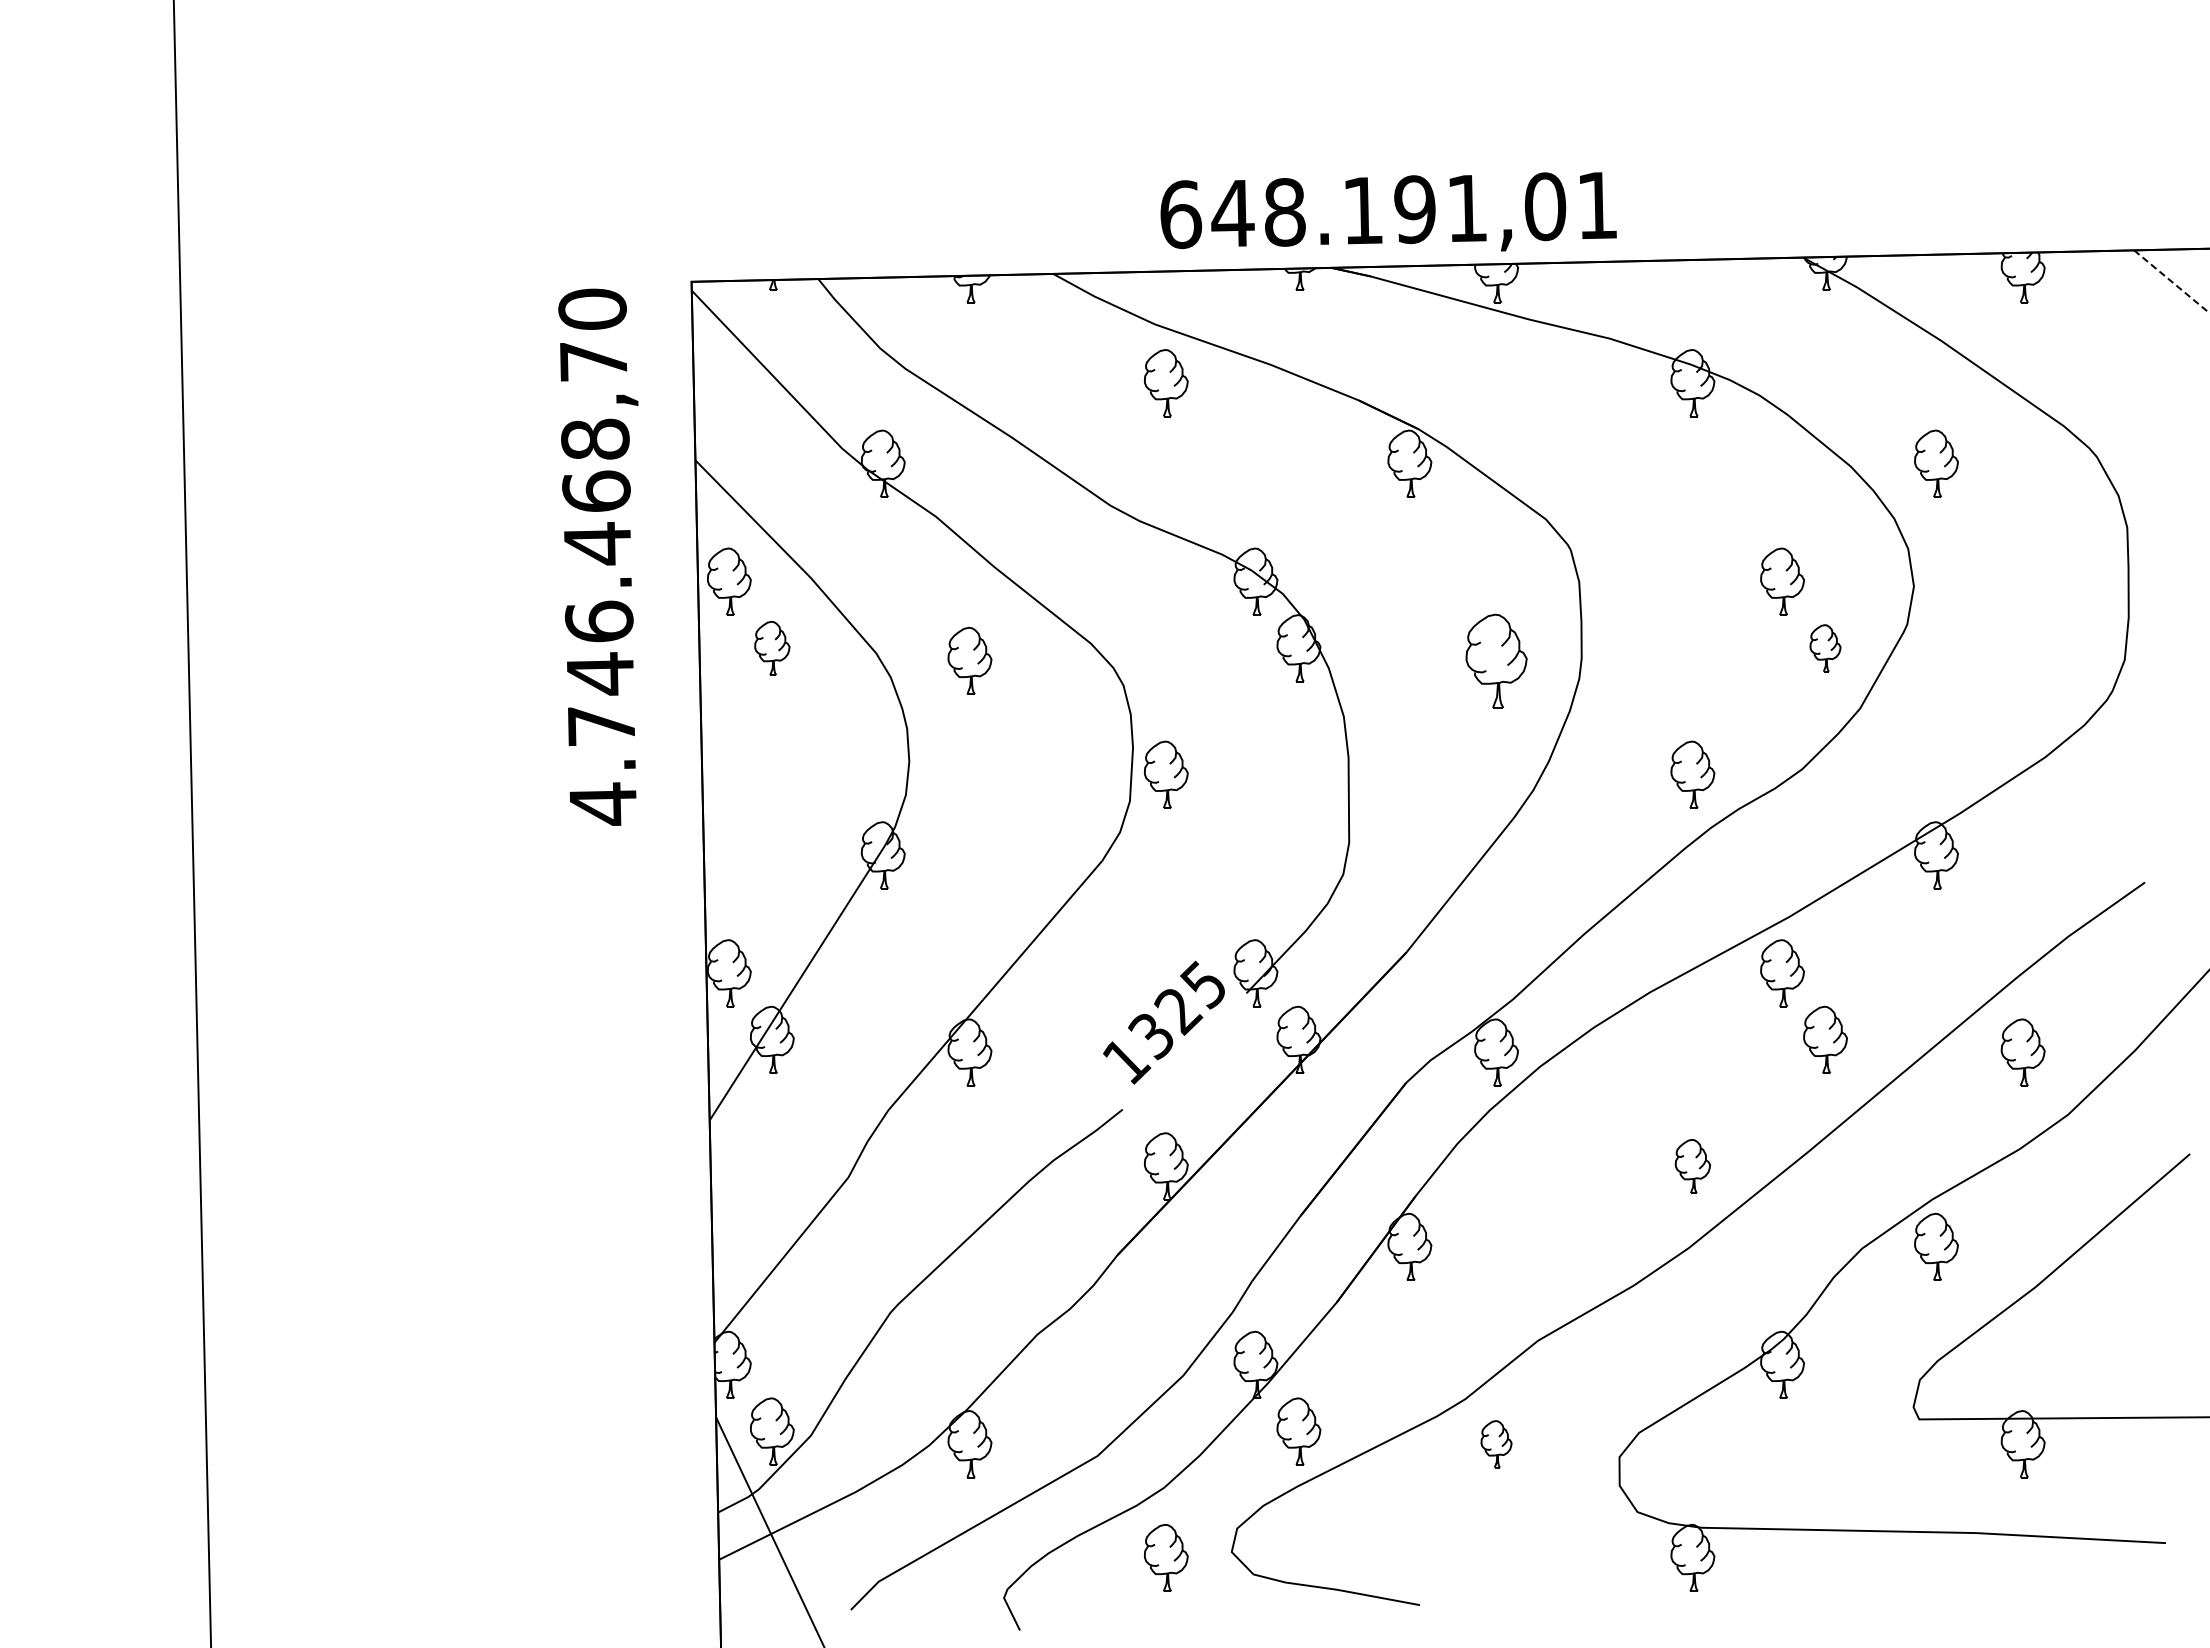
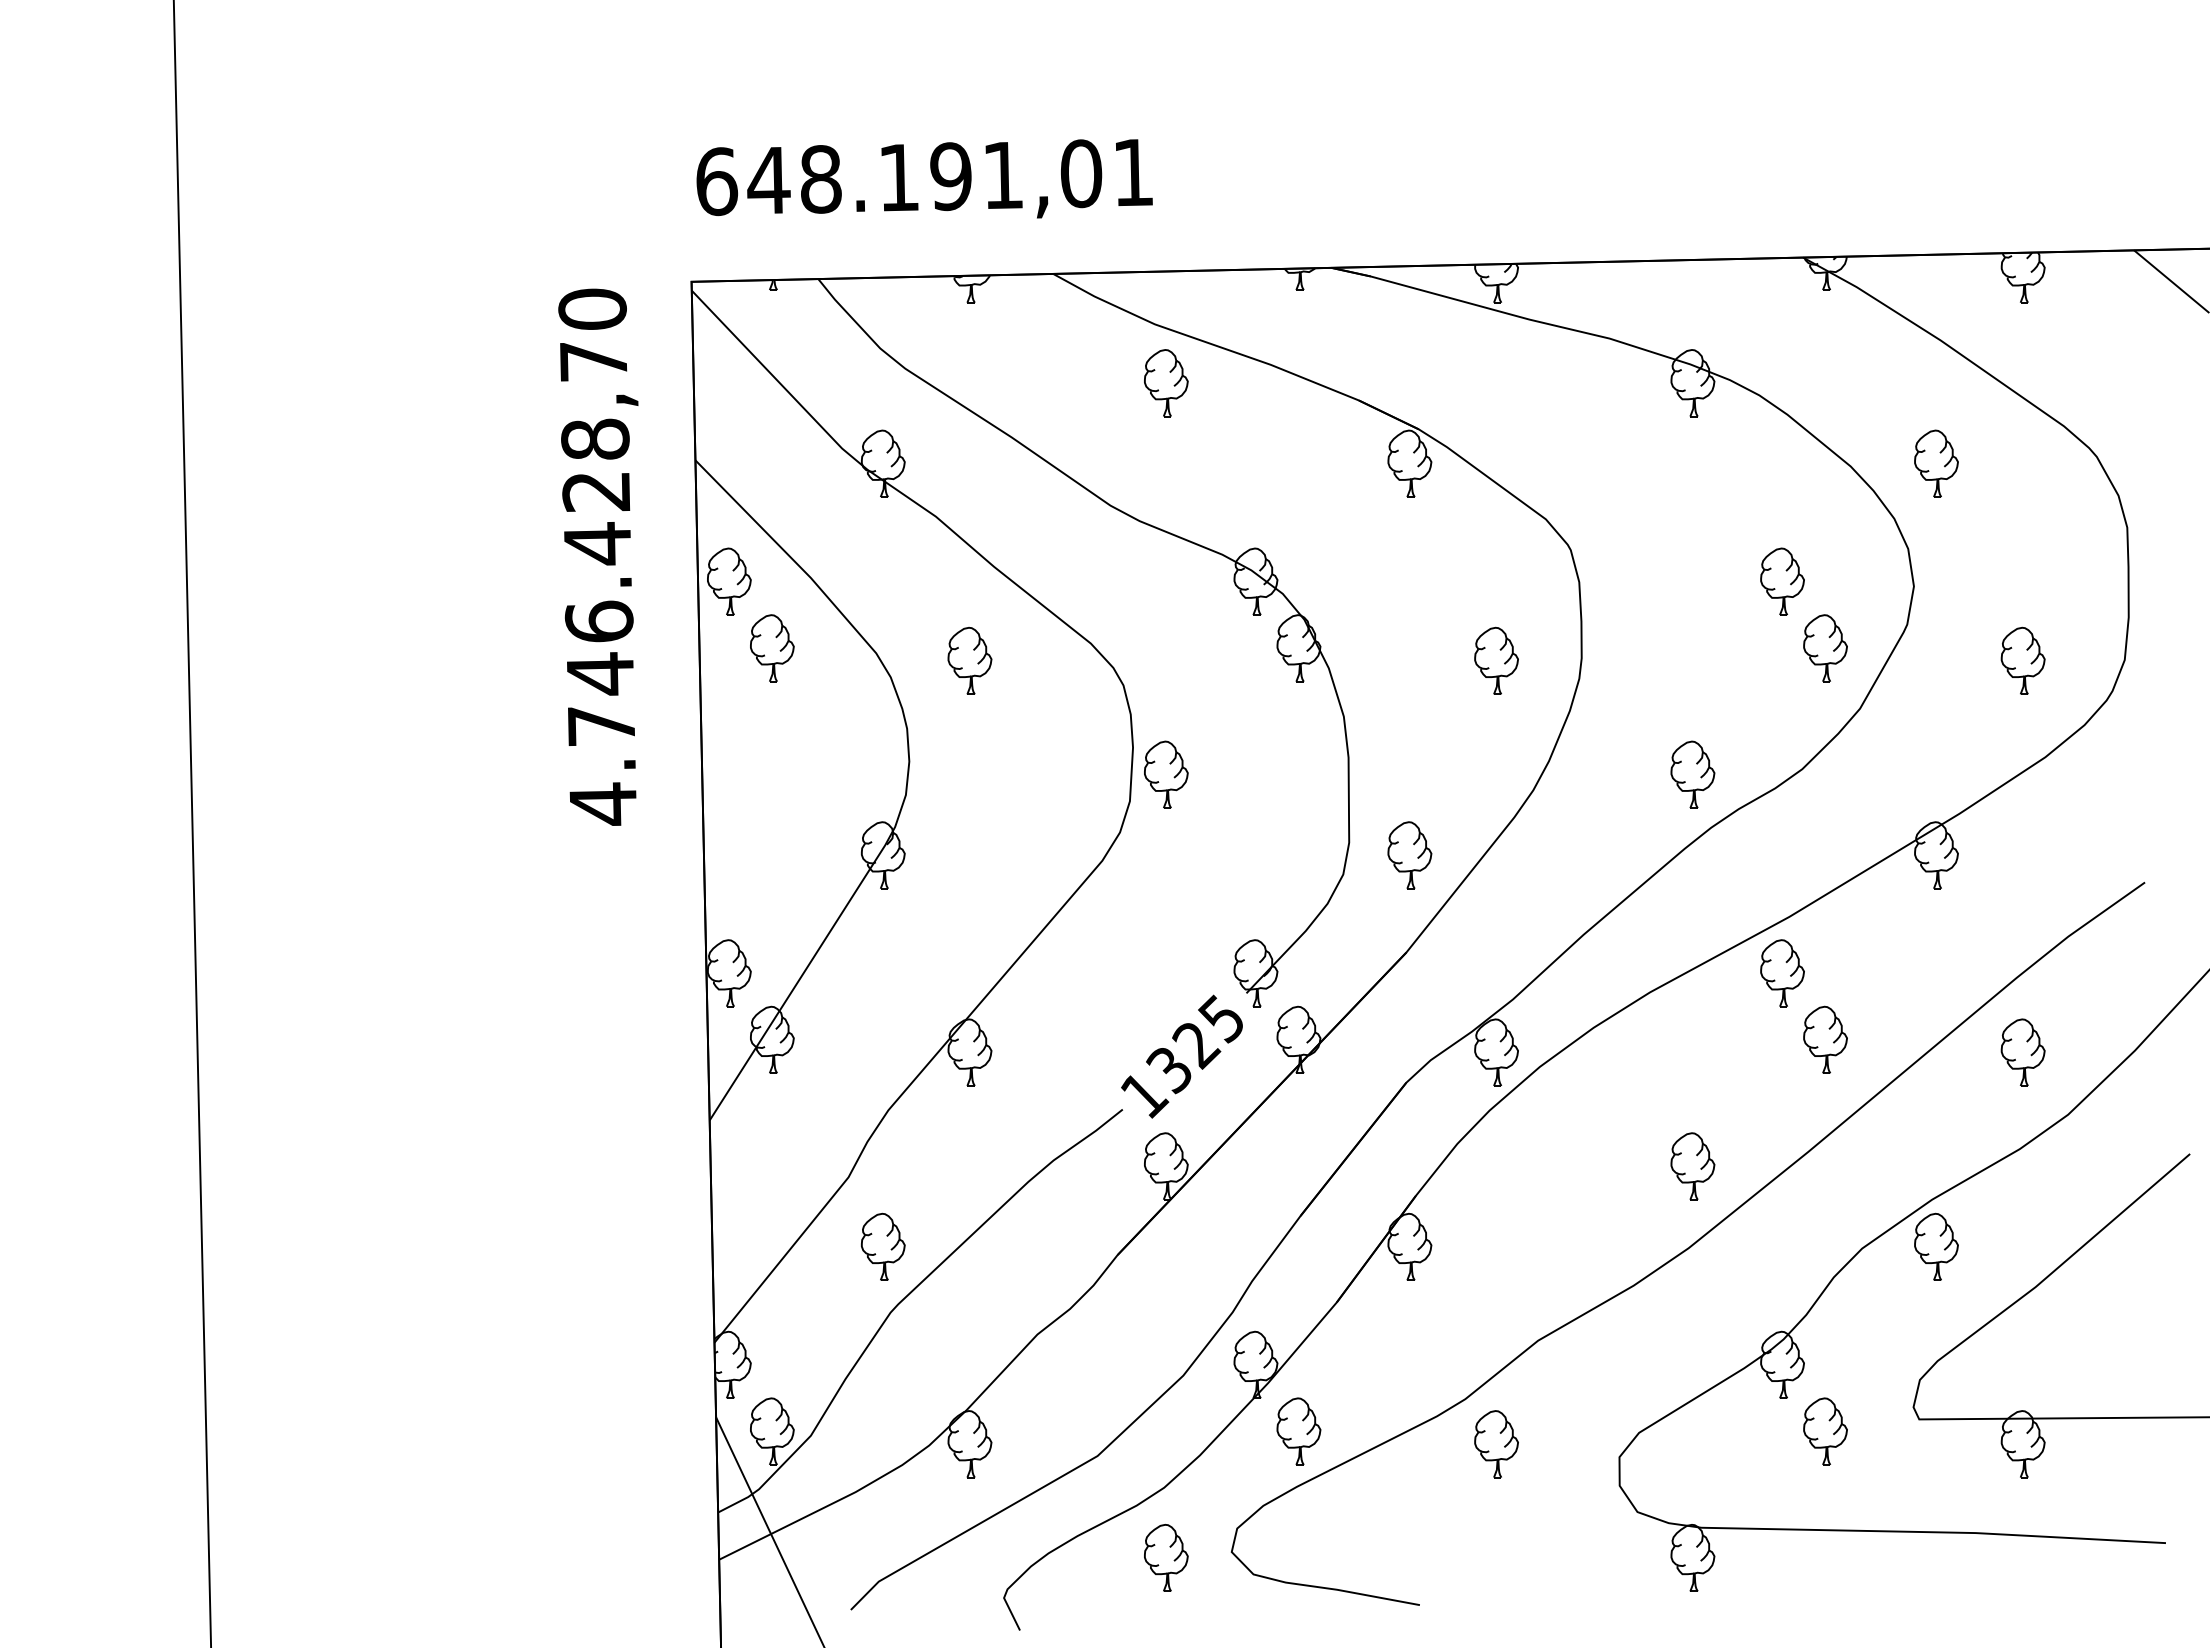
text at (1388, 211) position: (1388, 211) -> (924, 178)
line at (2171, 281): dashed -> solid
text at (596, 490): 4.746.468,70 -> 4.746.428,70
part at (772, 647) size: 37x56 px -> 45x69 px
part at (1825, 648) size: 33x49 px -> 45x69 px
part at (1496, 660) size: 63x96 px -> 45x69 px
part at (2022, 660): none -> present
part at (1409, 855): none -> present
text at (1163, 1022) position: (1163, 1022) -> (1181, 1056)
part at (1692, 1166) size: 37x55 px -> 46x69 px
part at (883, 1246): none -> present
part at (1825, 1431): none -> present
part at (1496, 1444) size: 33x49 px -> 45x69 px
